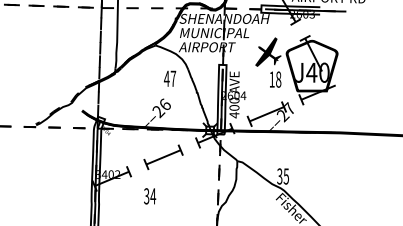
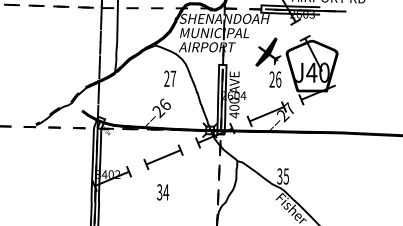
text at (166, 78): 47 -> 27
text at (275, 79): 18 -> 26
text at (150, 196) position: (150, 196) -> (163, 192)
